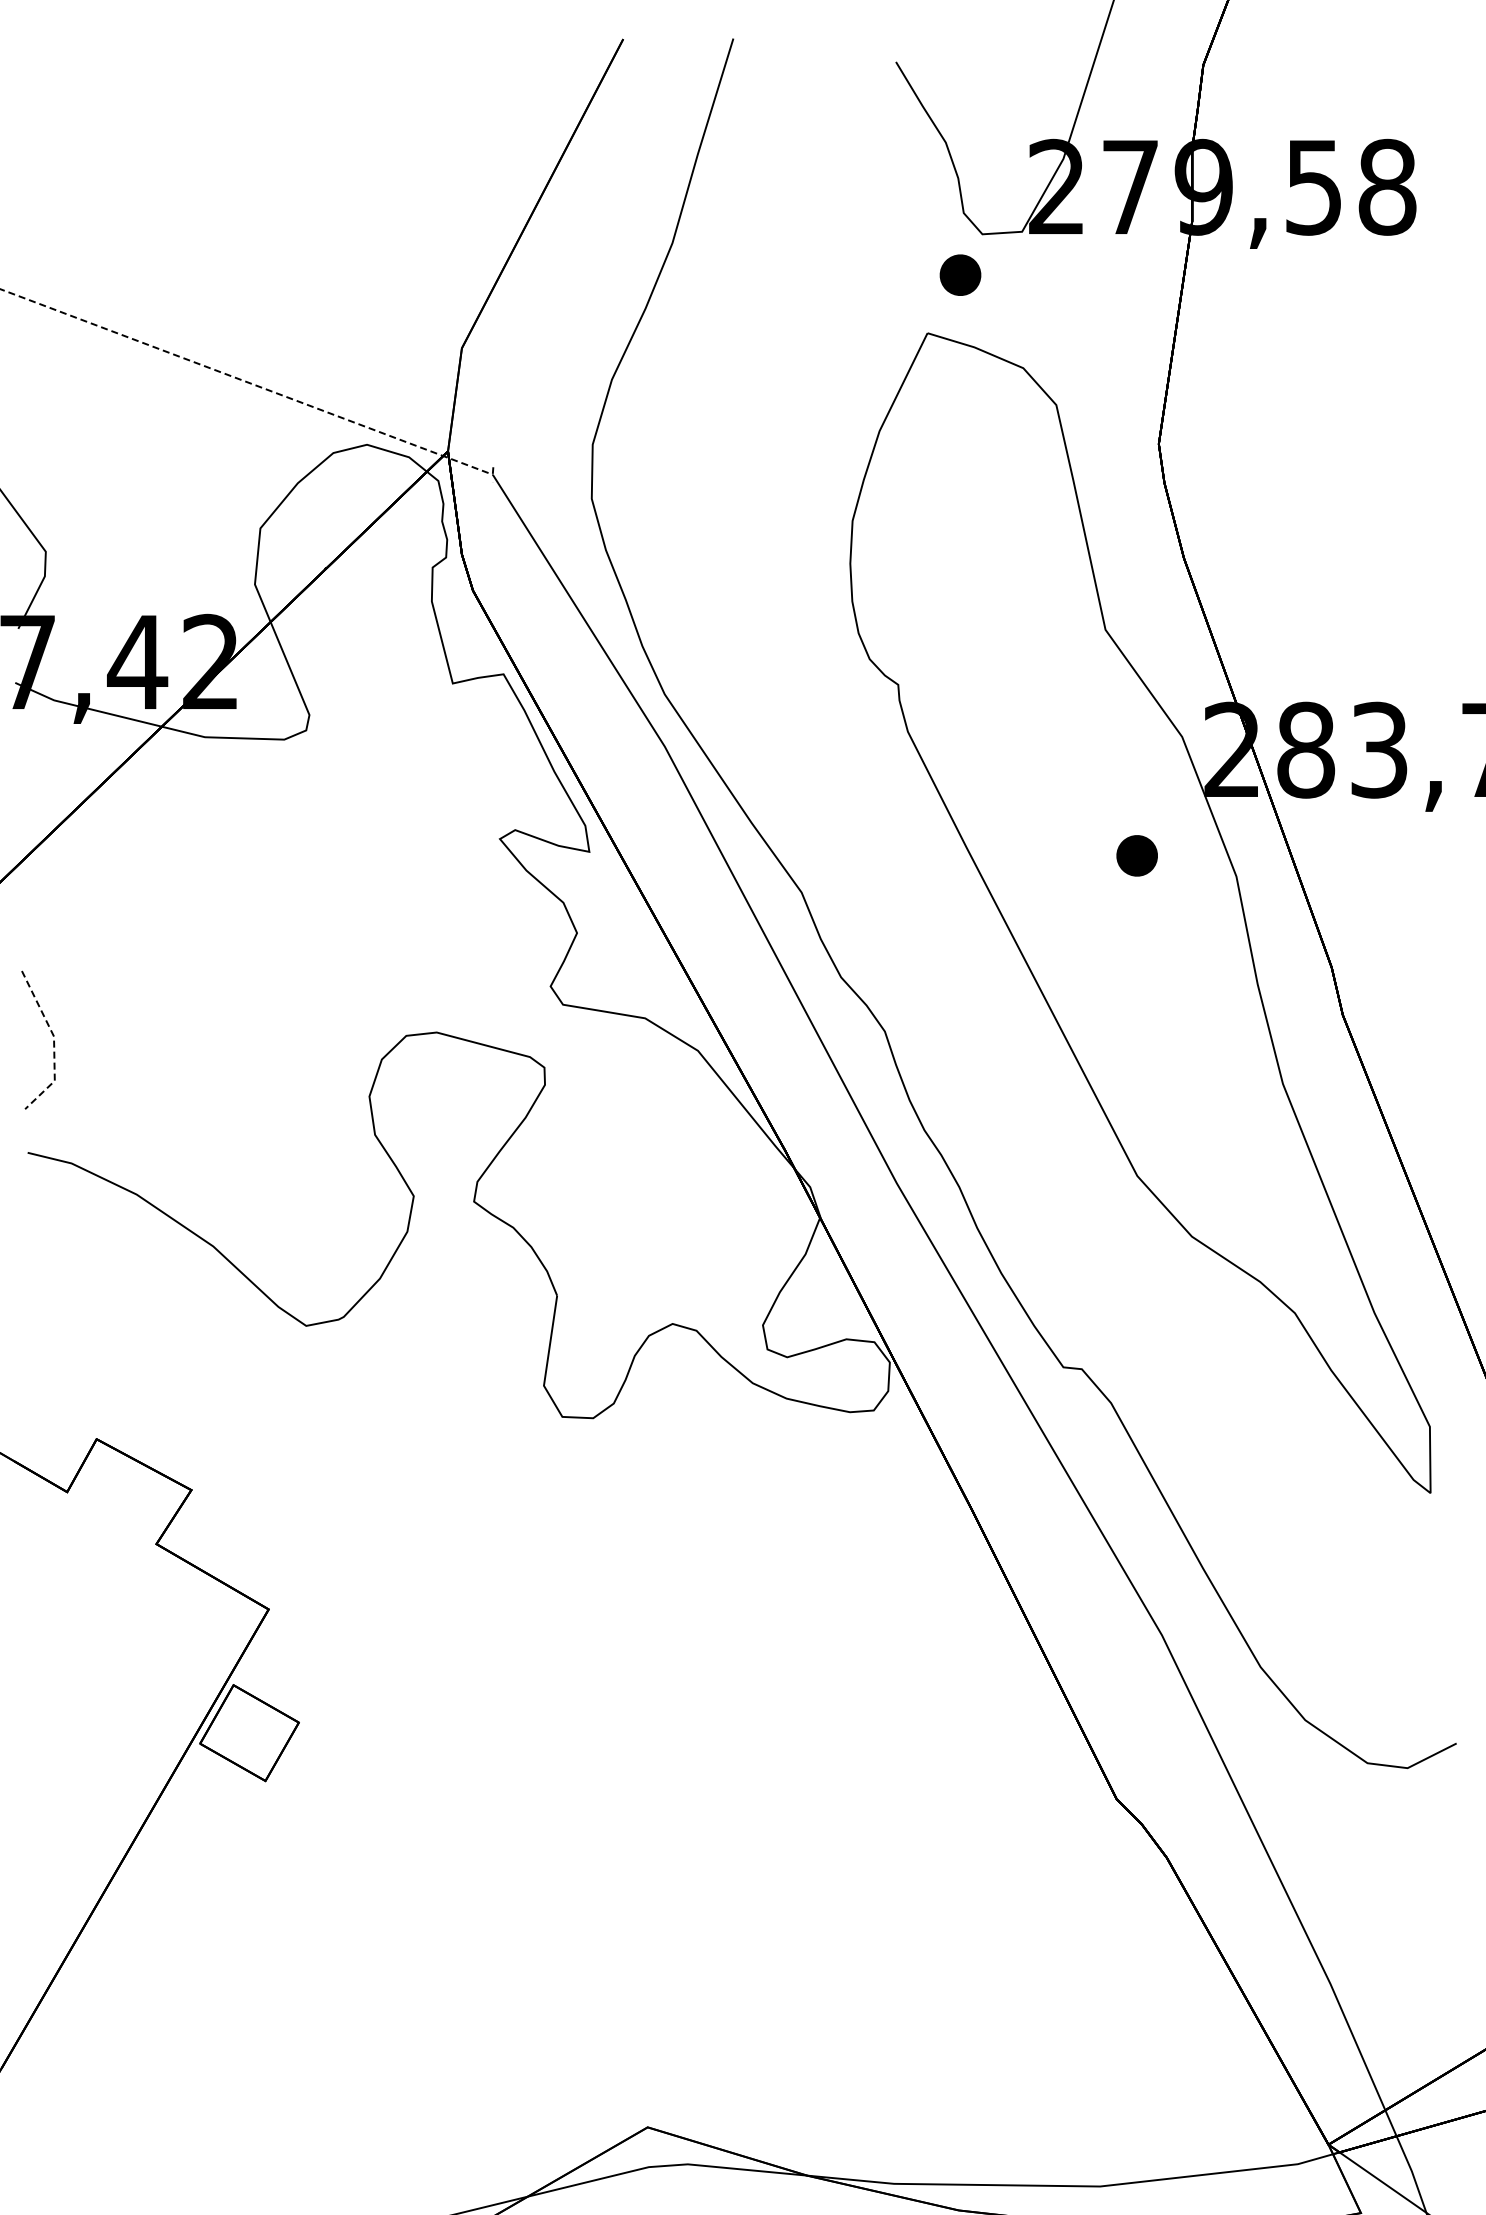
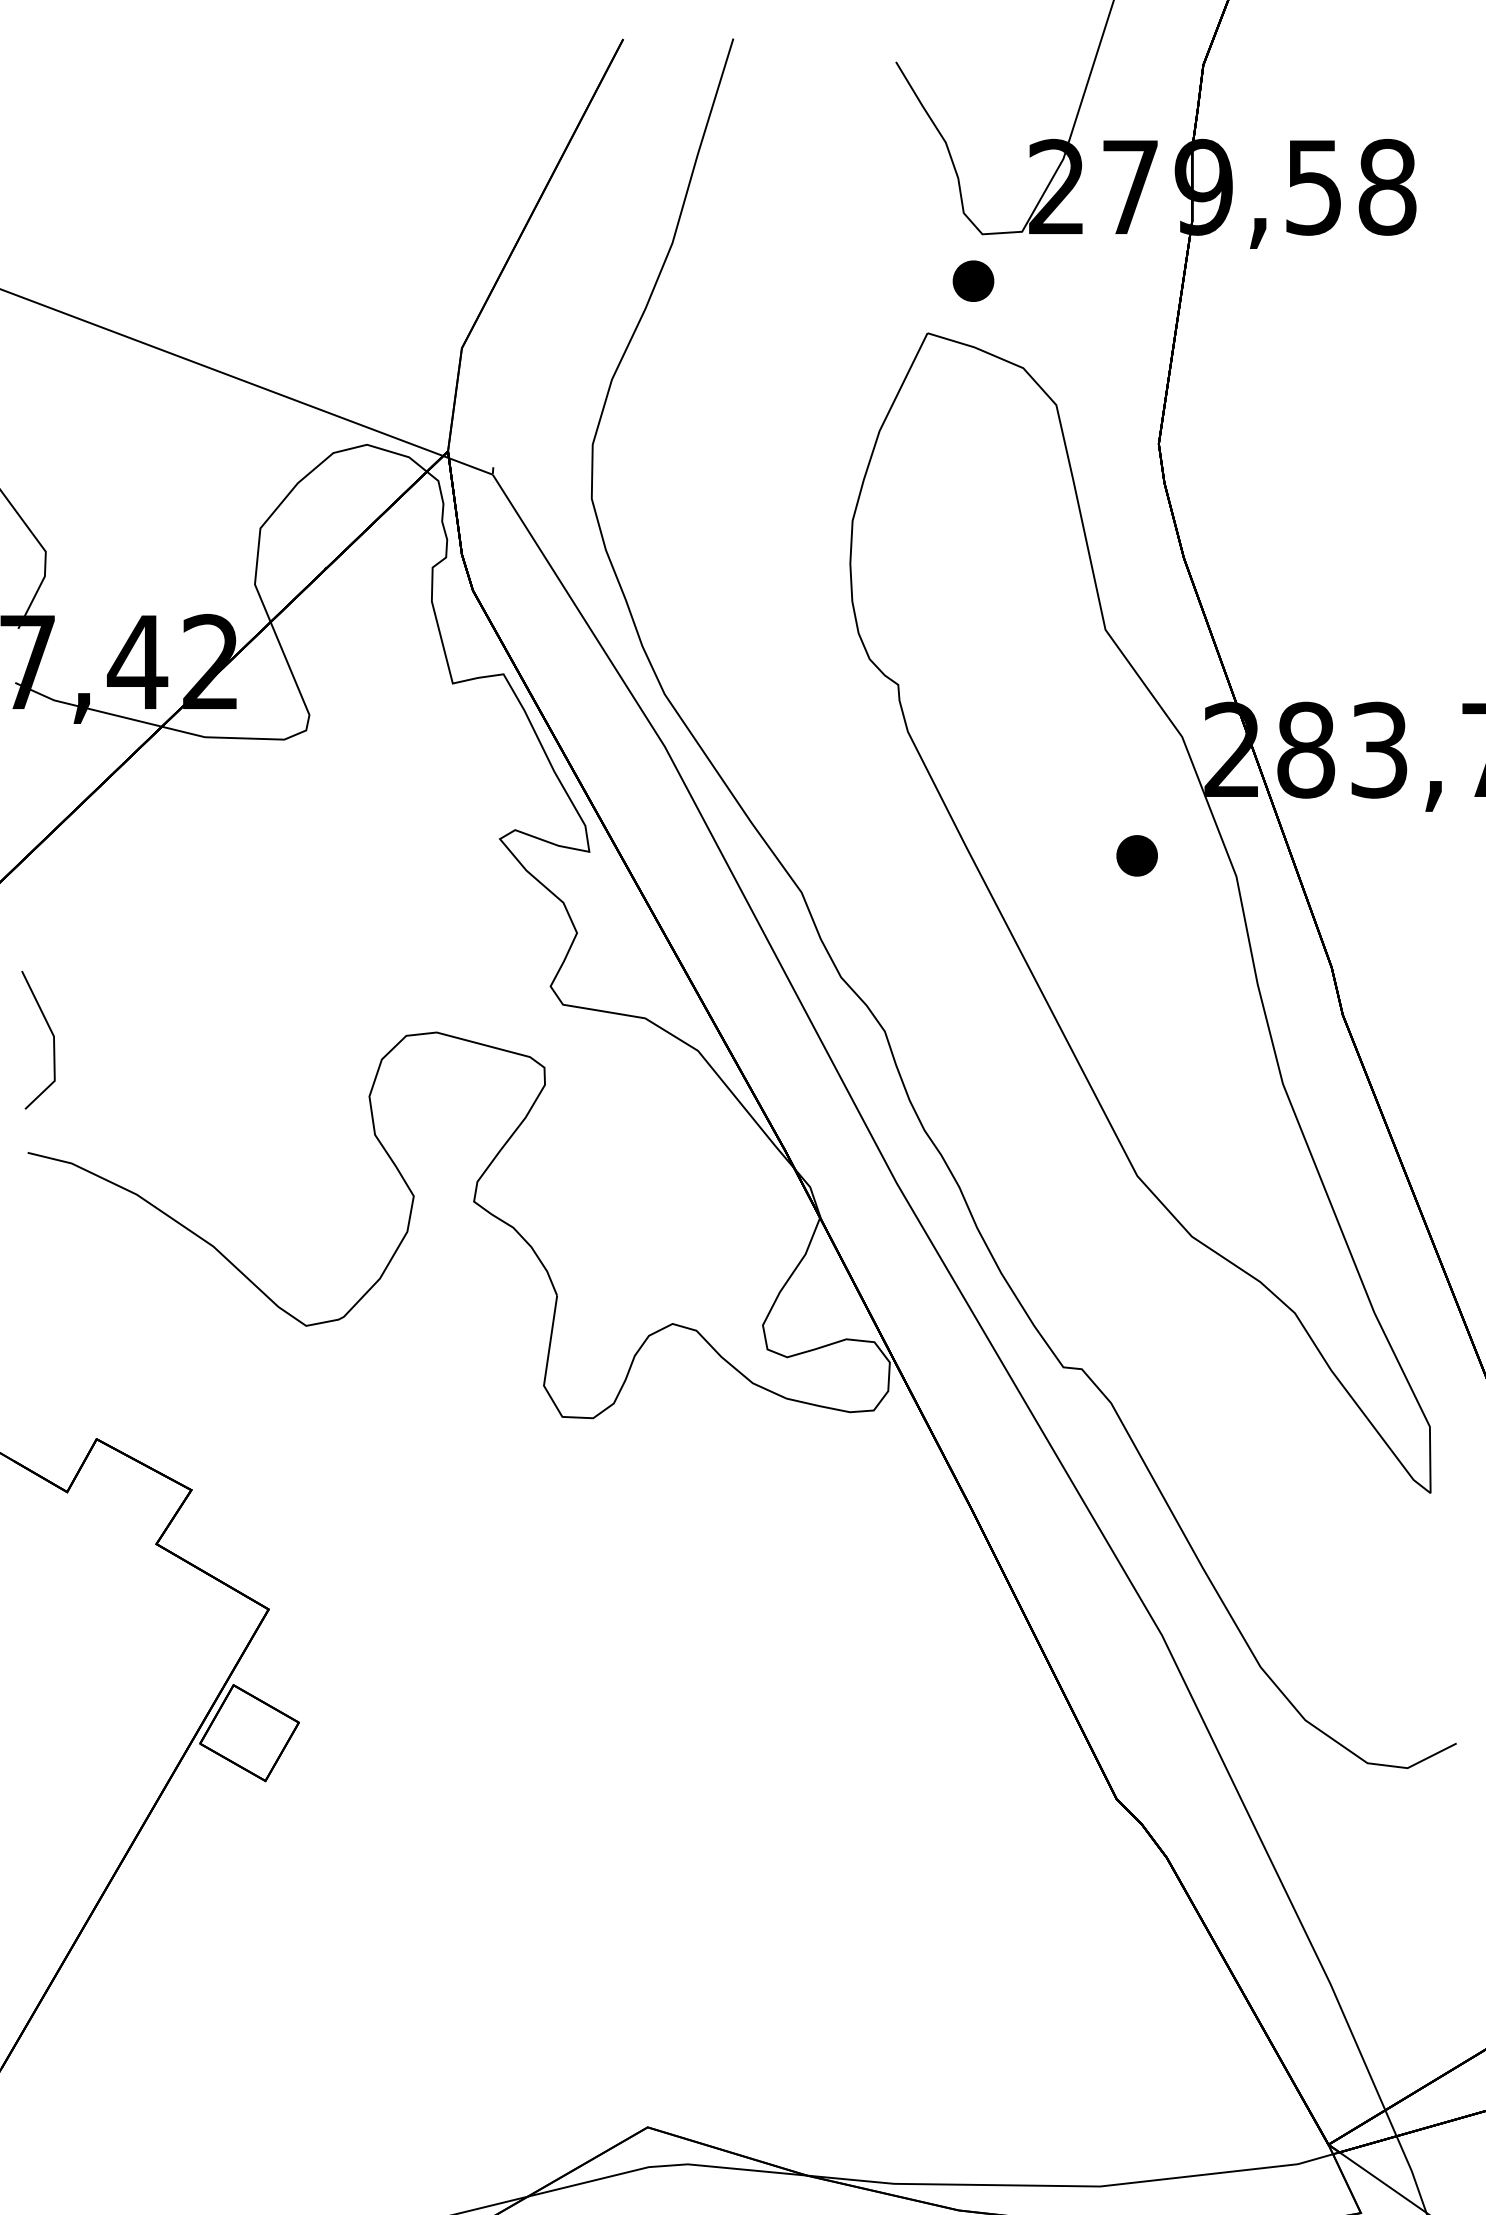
part at (960, 274) position: (960, 274) -> (973, 280)
line at (246, 382): dashed -> solid
line at (54, 1043): dashed -> solid
